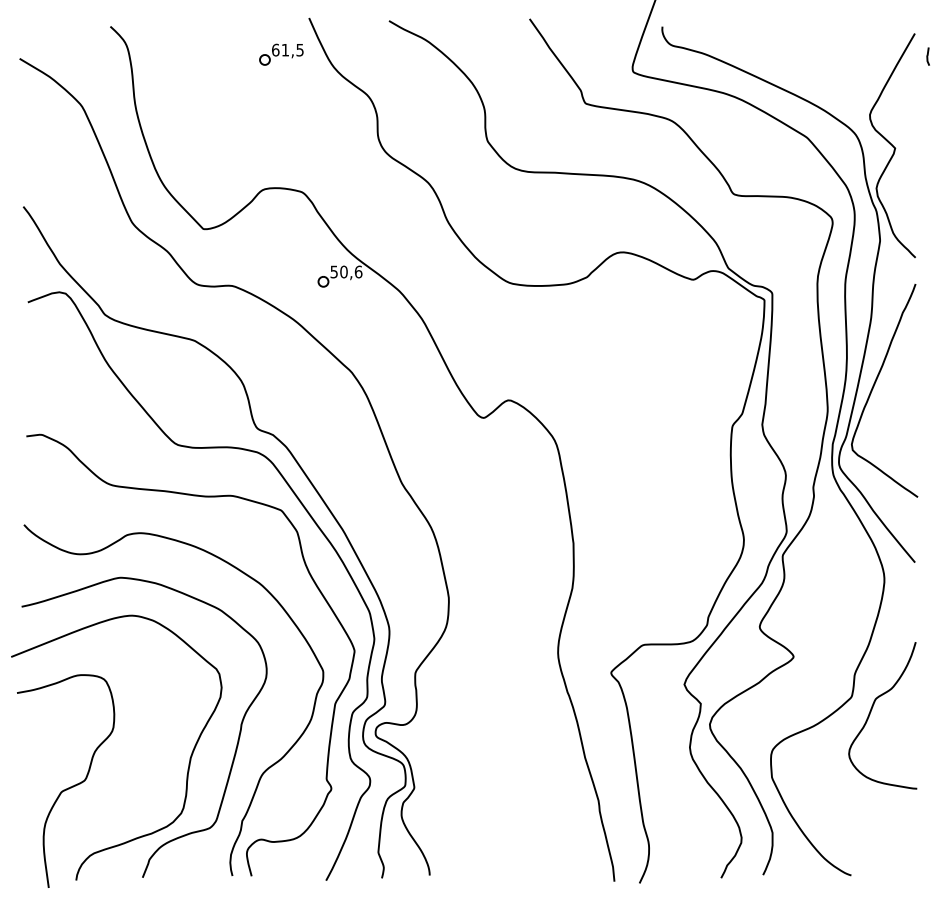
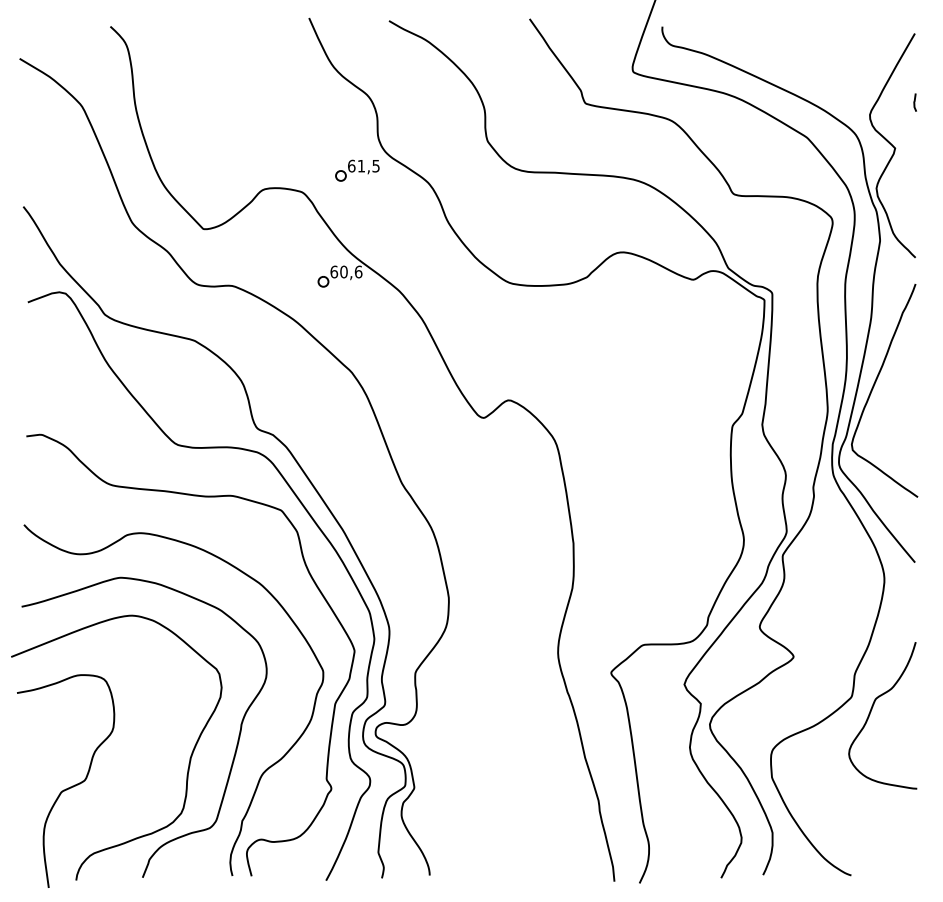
part at (281, 54) position: (281, 54) -> (357, 170)
line at (927, 56) position: (927, 56) -> (914, 102)
text at (334, 271): 50,6 -> 60,6
